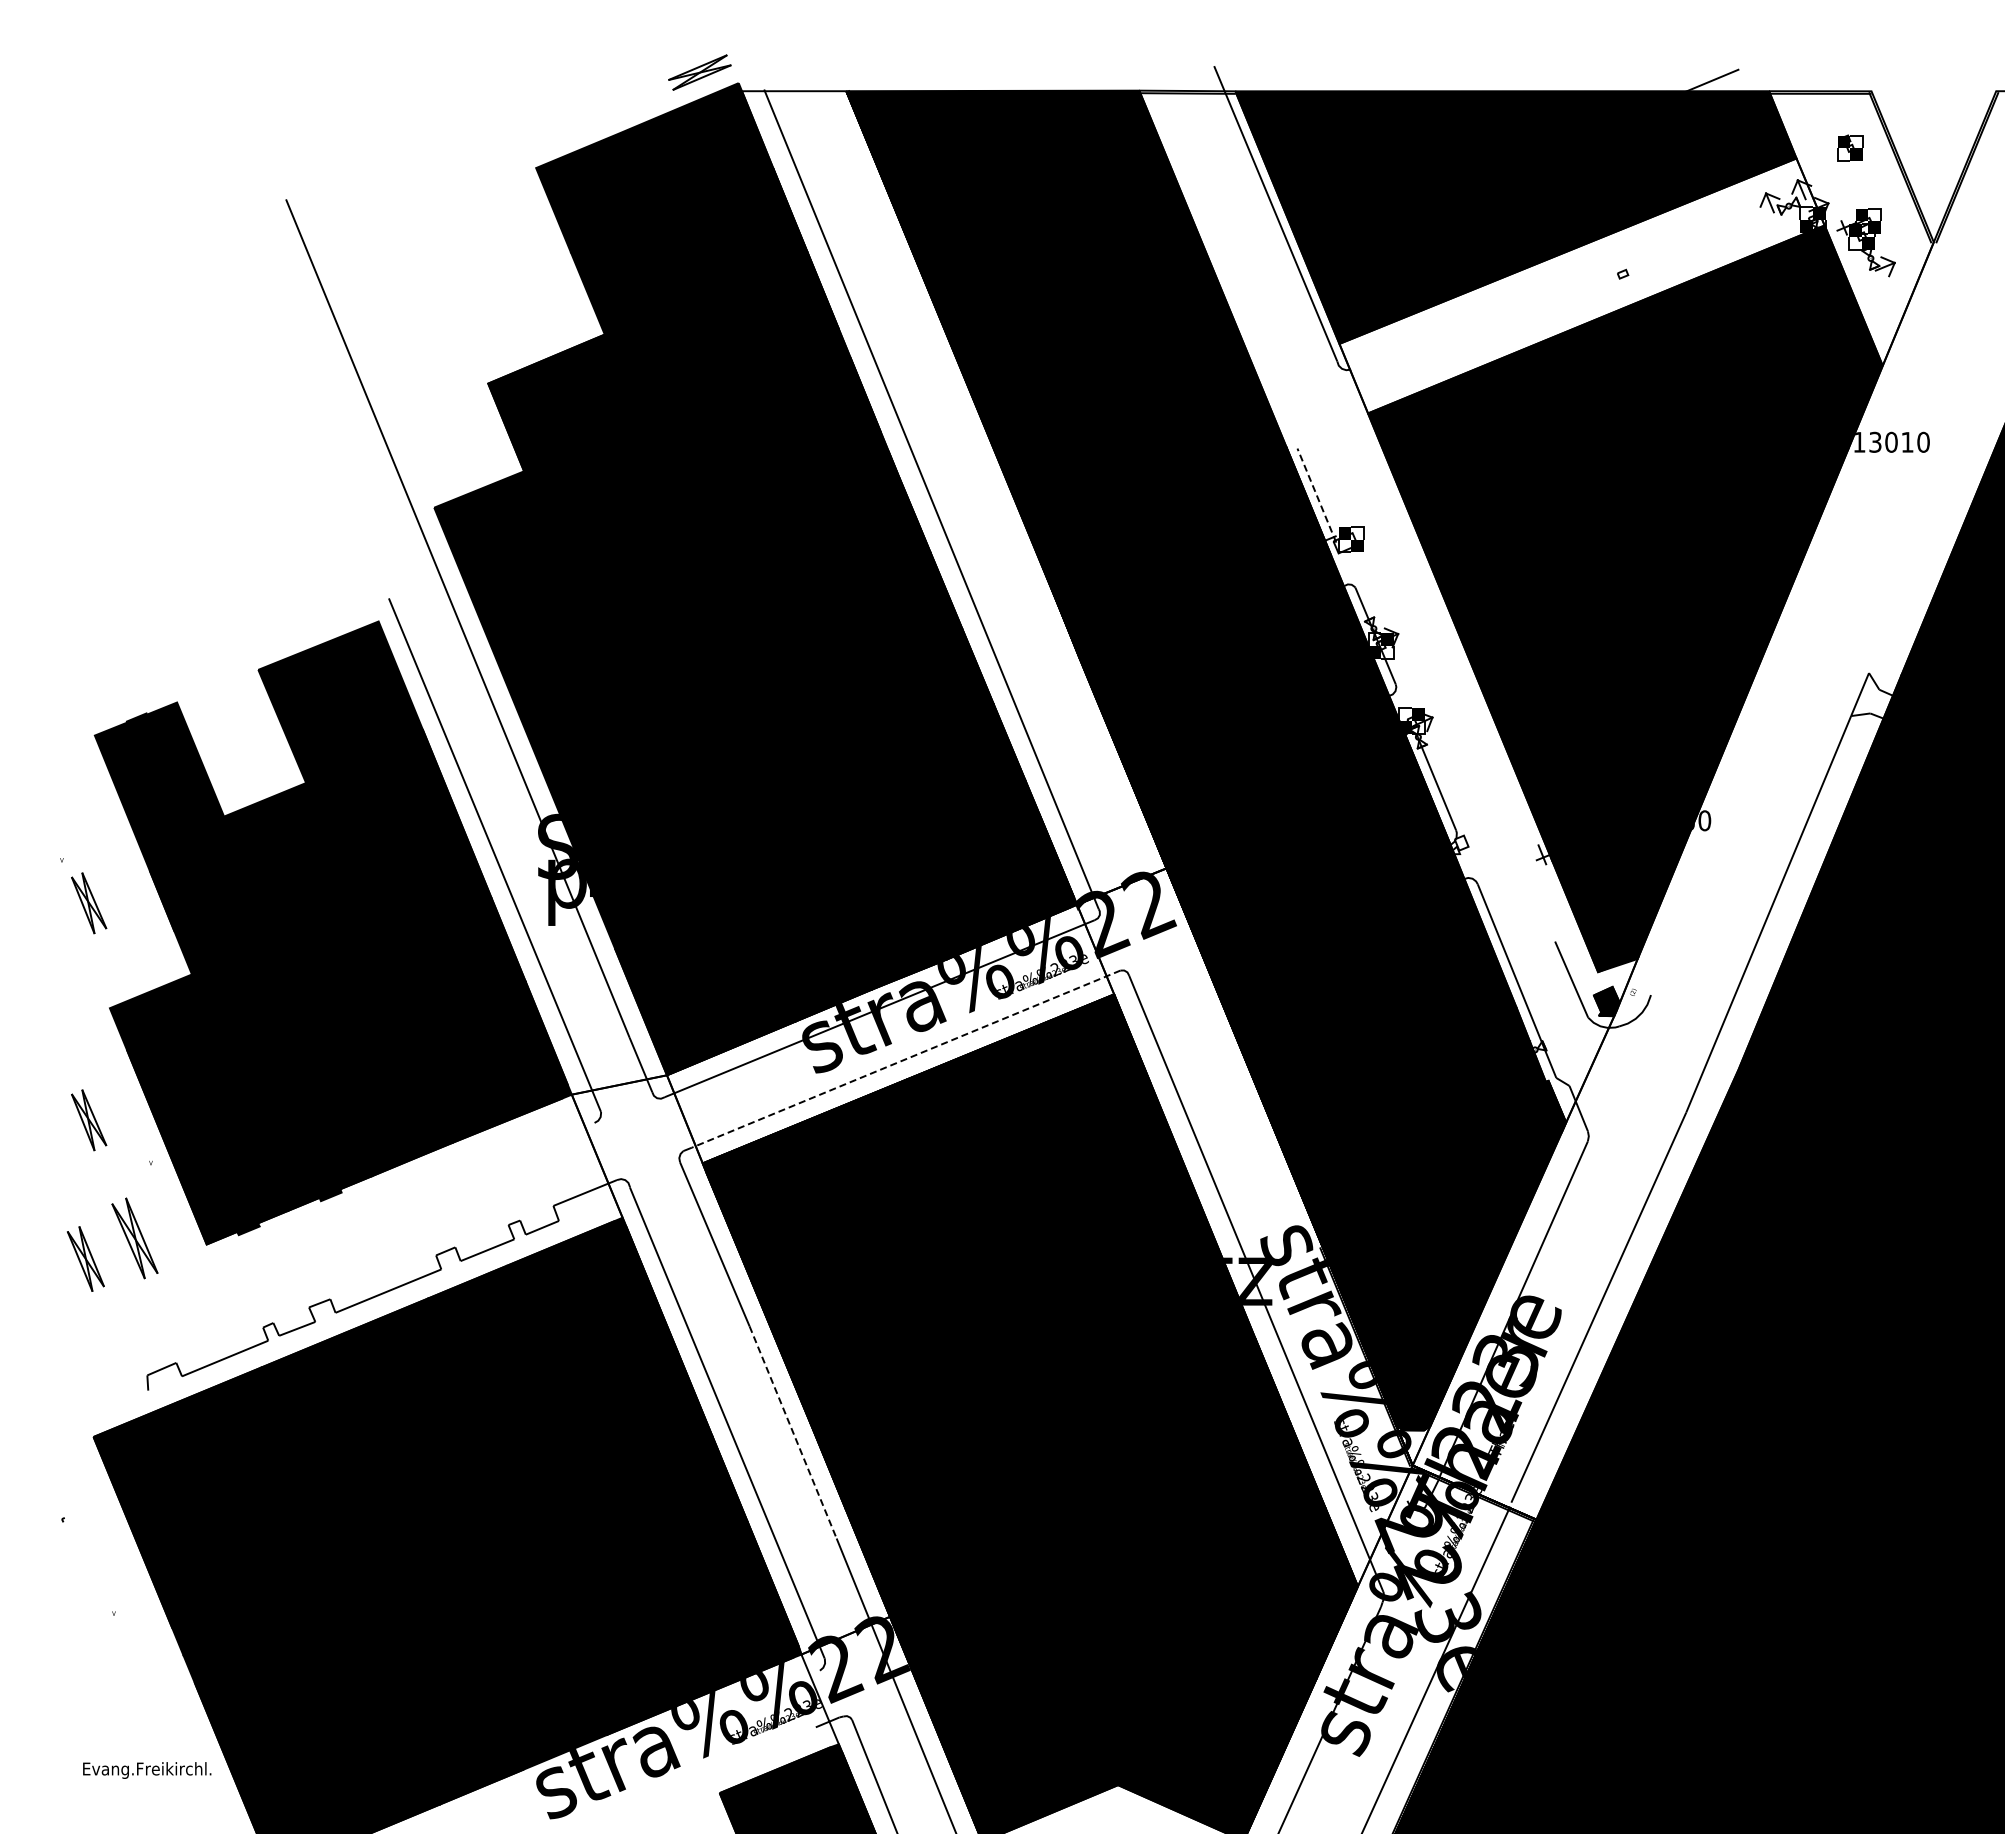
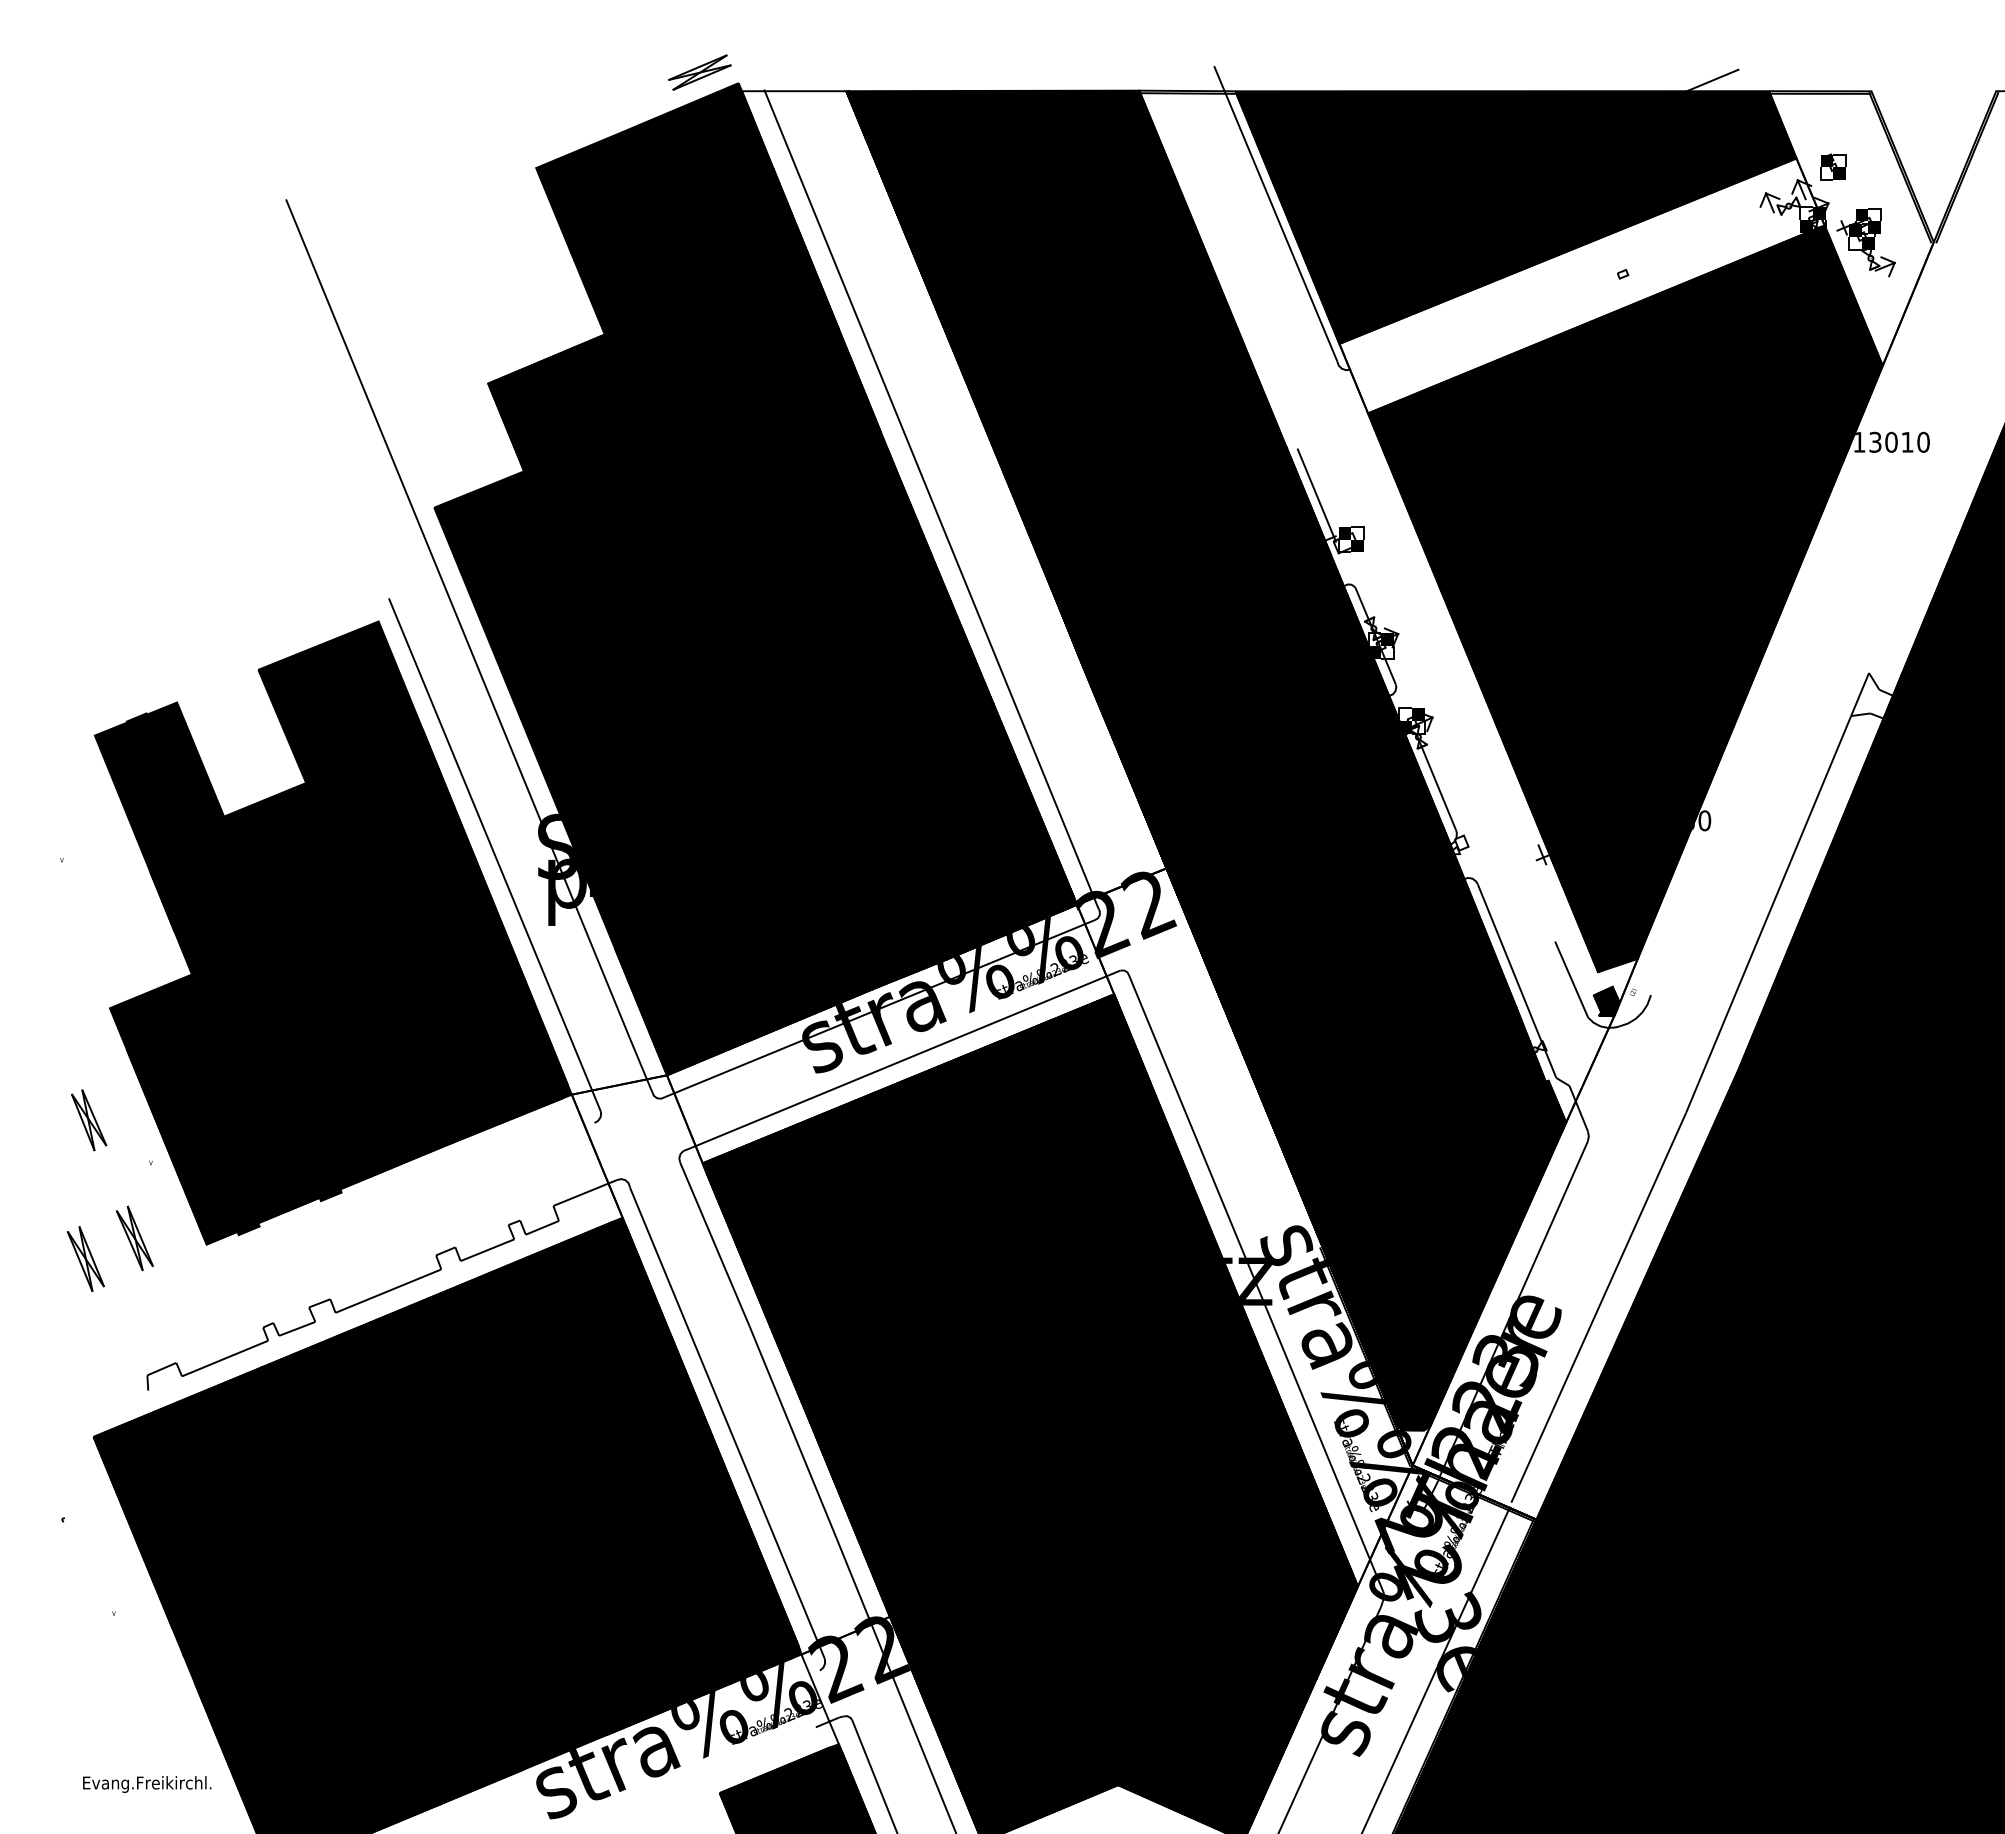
part at (1850, 147) position: (1850, 147) -> (1833, 166)
line at (1316, 495): dashed -> solid
part at (89, 903): present -> none
line at (906, 1059): dashed -> solid
part at (134, 1238) size: 48x83 px -> 39x67 px
line at (793, 1432): dashed -> solid
text at (147, 1770) position: (147, 1770) -> (147, 1784)
